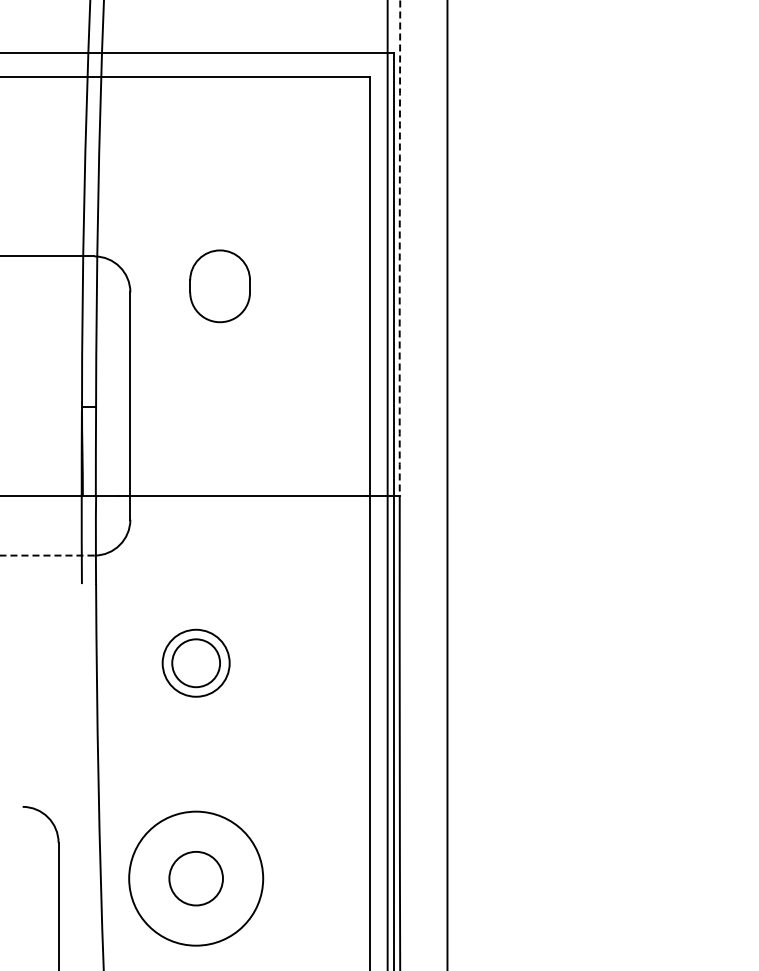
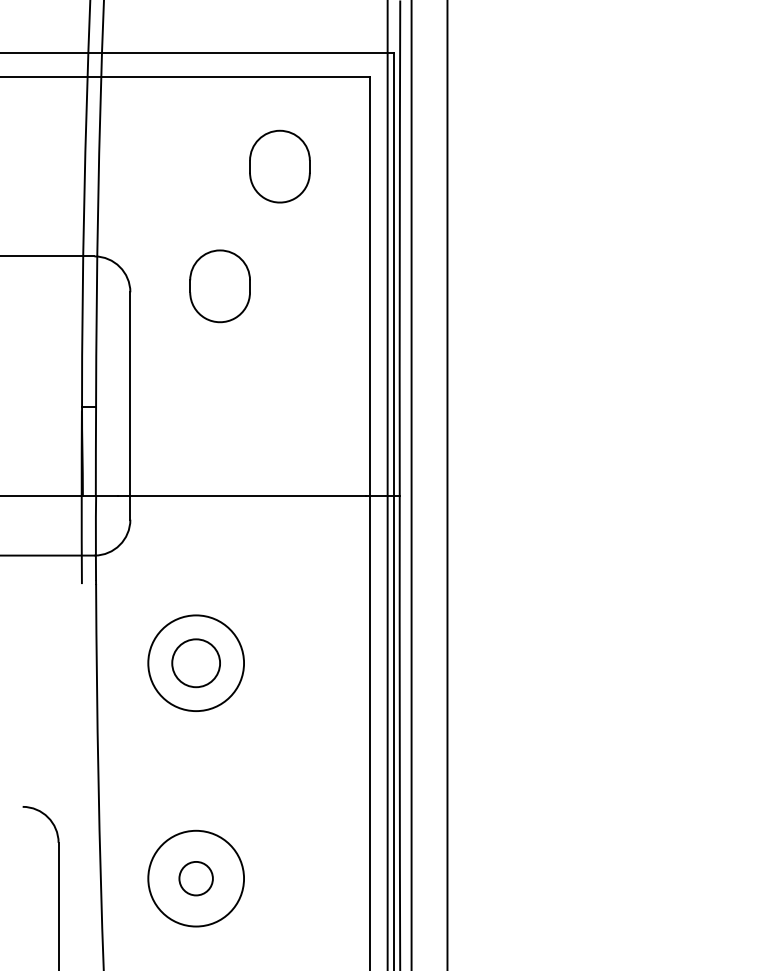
part at (279, 166): none -> present
arc at (399, 248): dashed -> solid
line at (411, 484): none -> present
line at (47, 555): dashed -> solid
circle at (195, 662) diameter: 67 px -> 96 px
circle at (195, 878) diameter: 54 px -> 34 px
circle at (196, 878) diameter: 134 px -> 96 px
